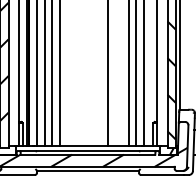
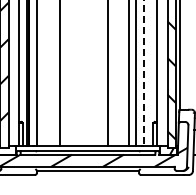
line at (143, 73): solid -> dashed
line at (44, 74): present -> none
line at (52, 74): present -> none
